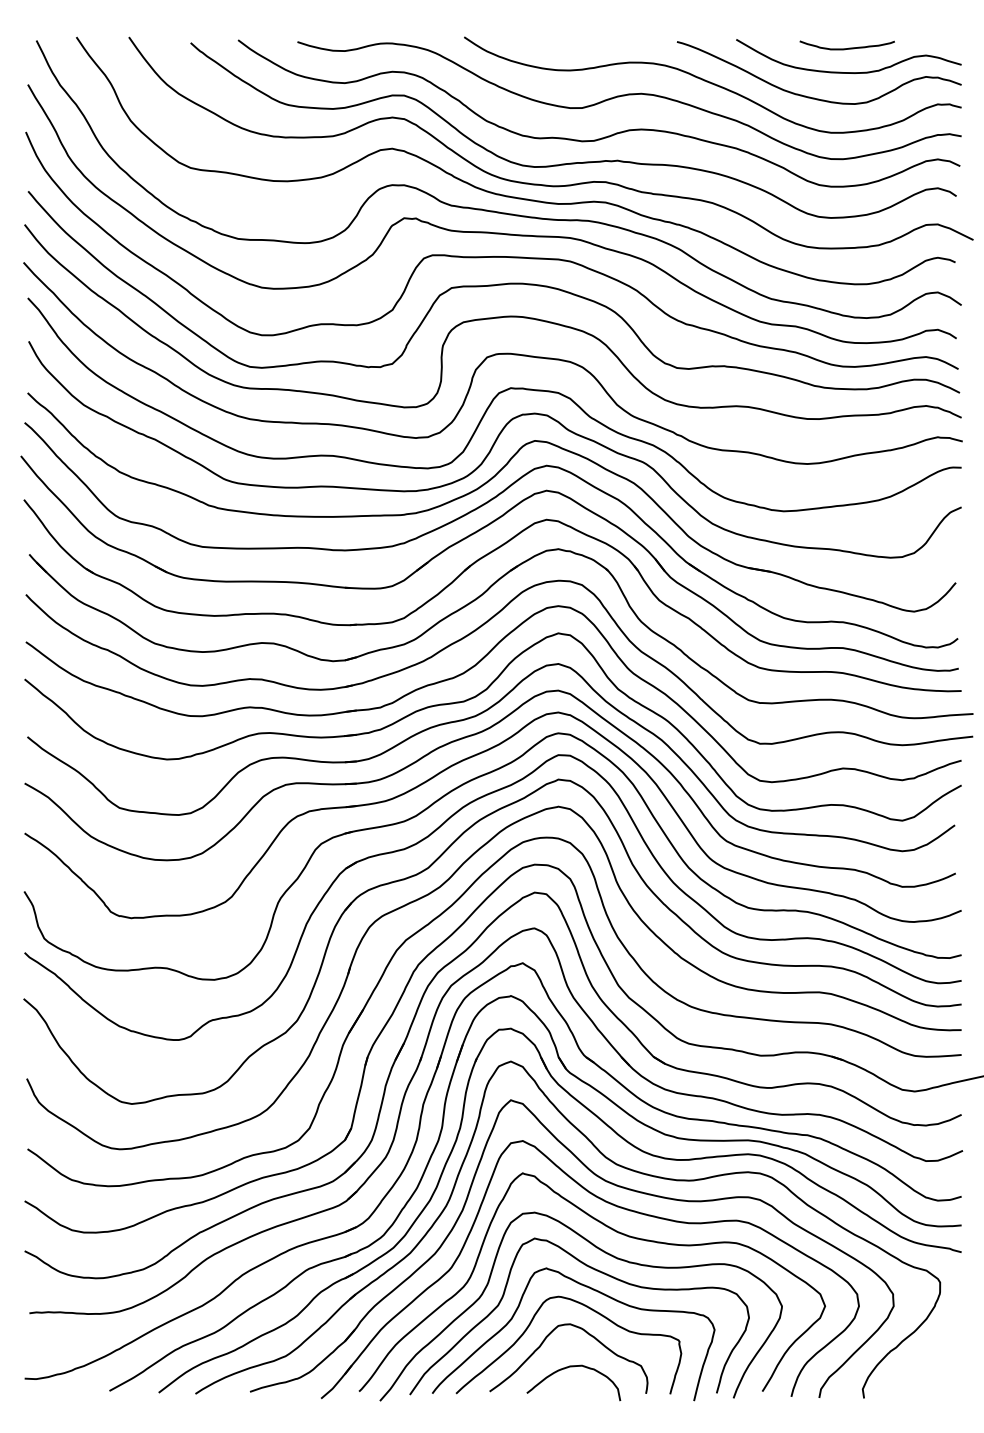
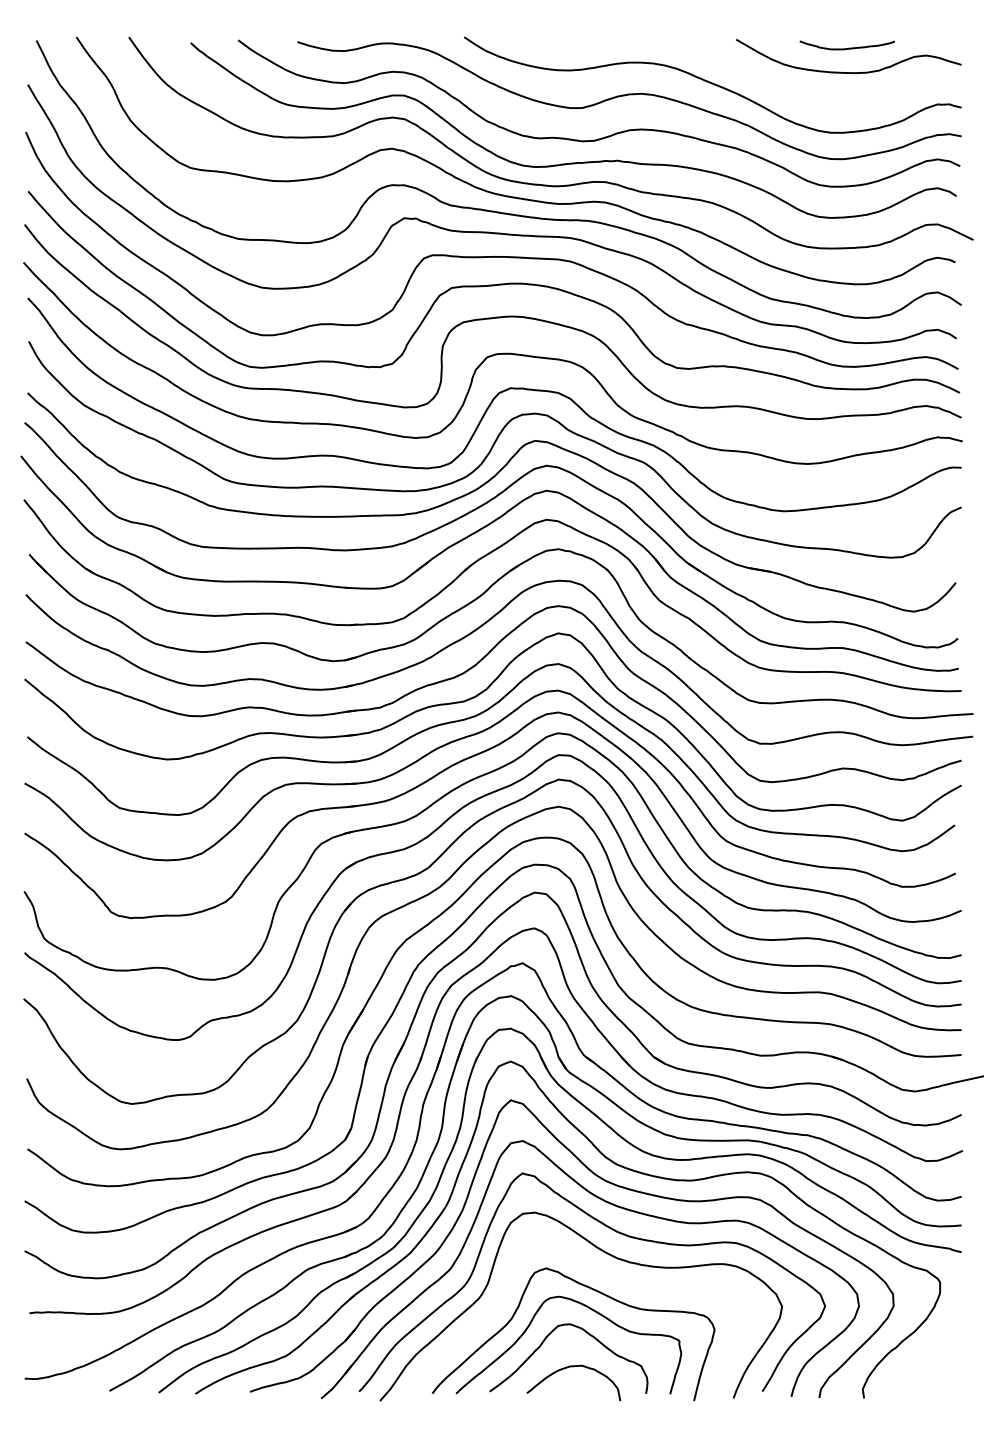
curve at (810, 96): present -> none
curve at (601, 1273): present -> none
